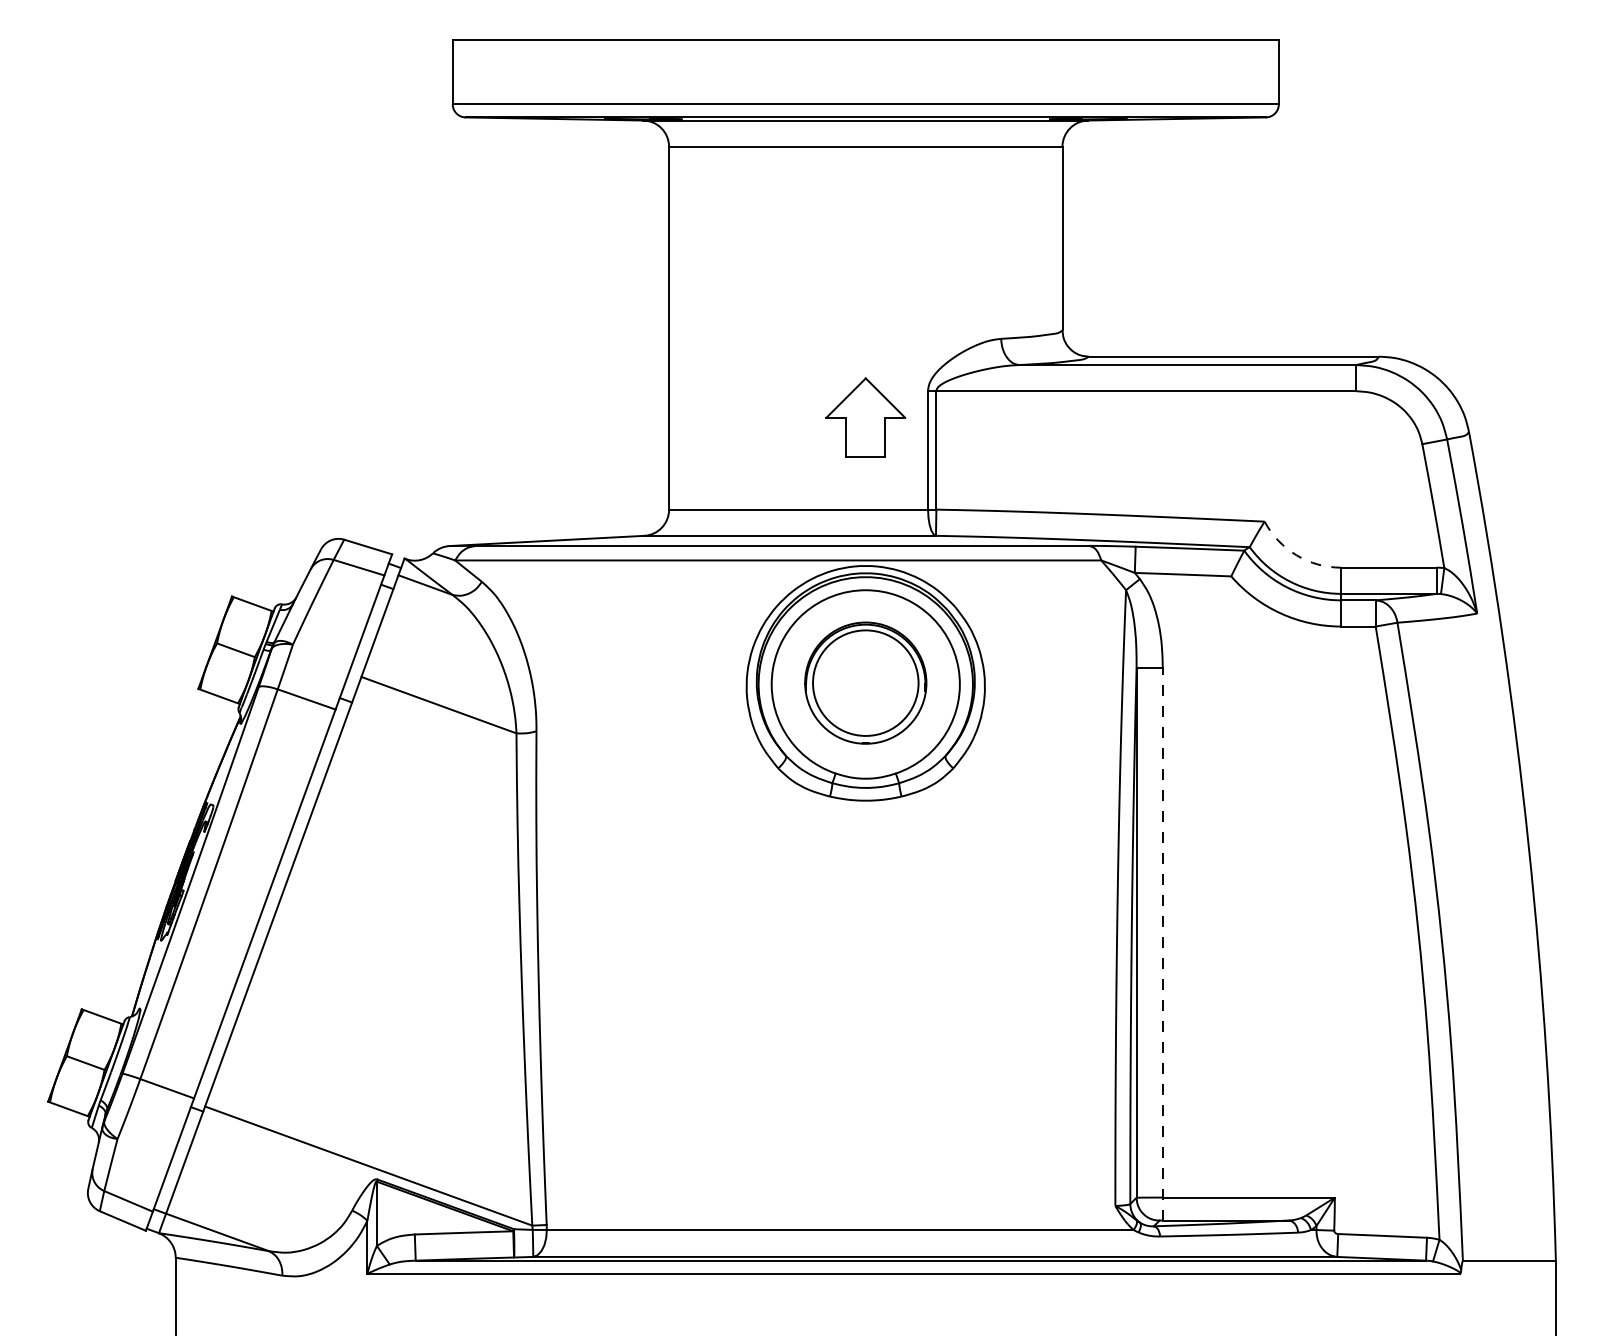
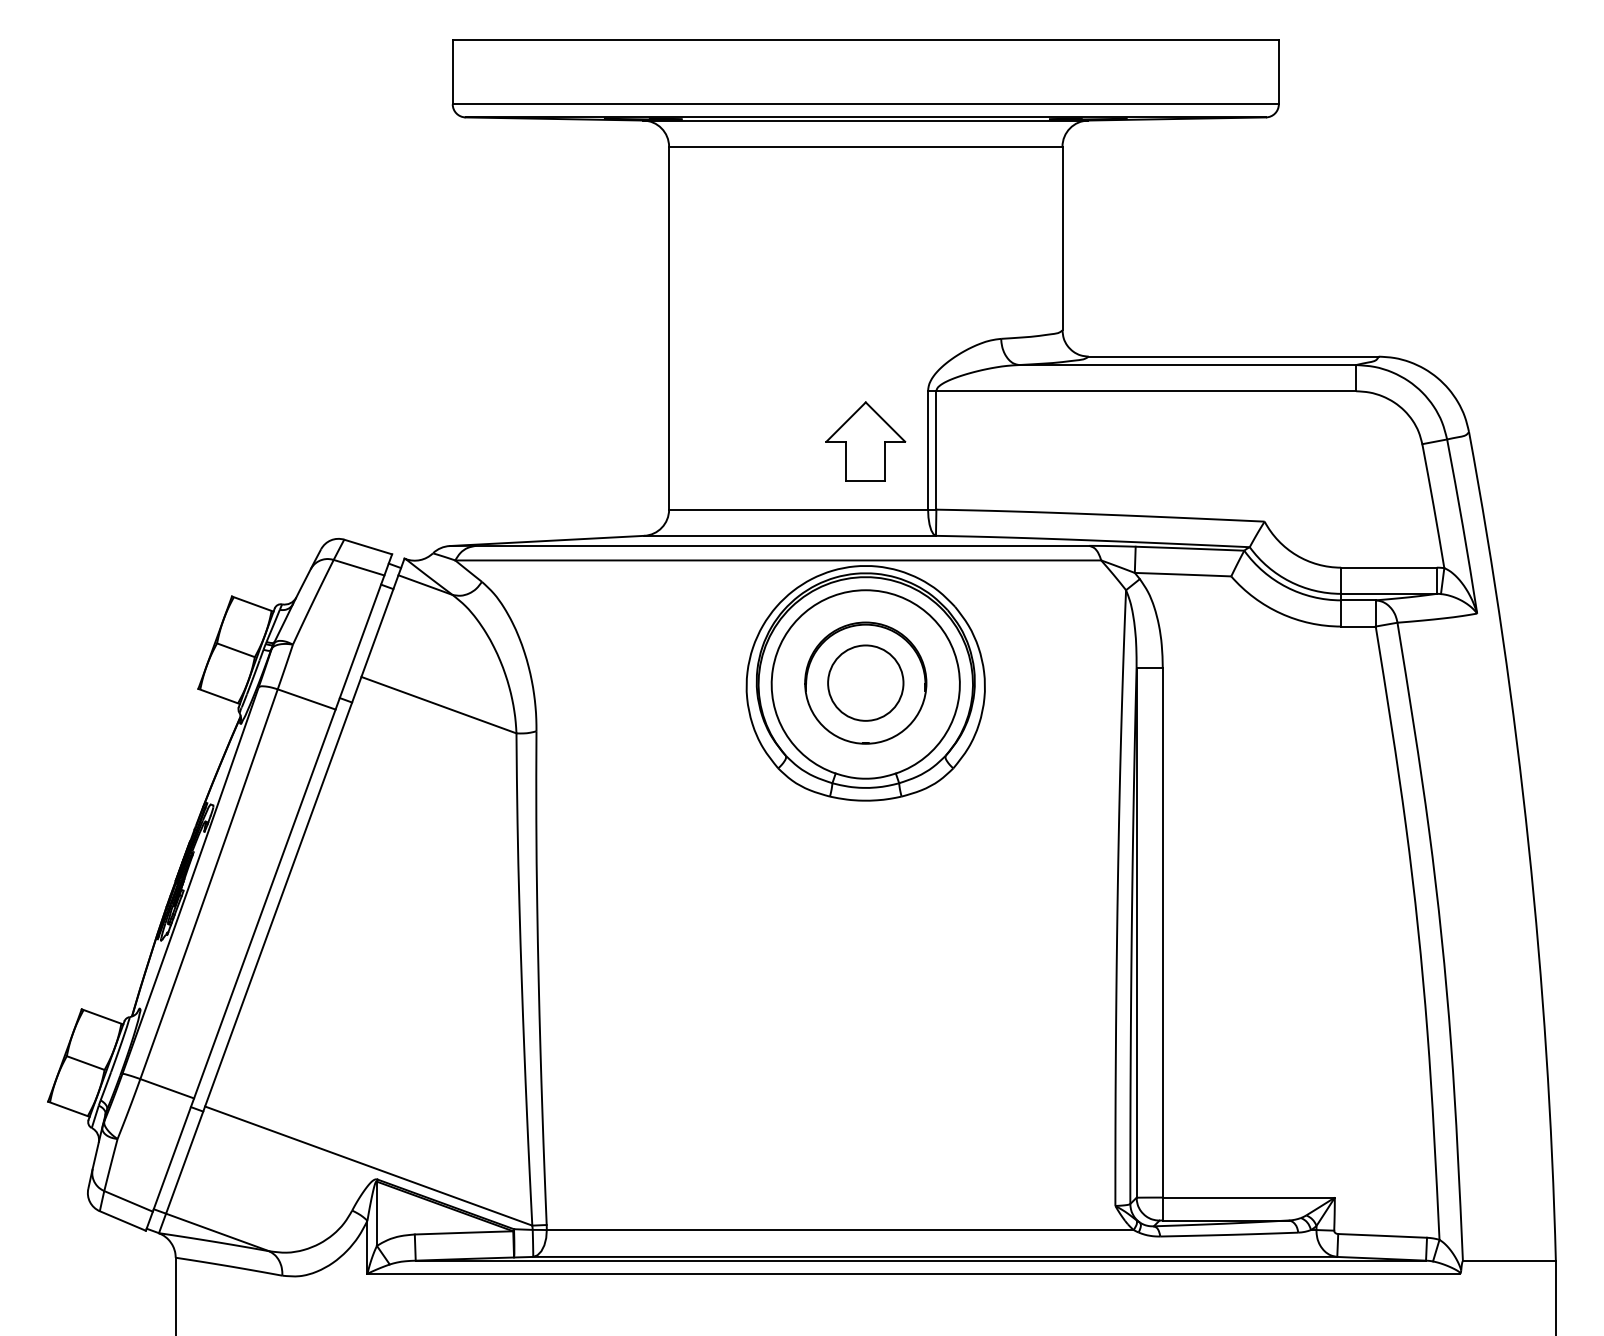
part at (865, 417) position: (865, 417) -> (865, 441)
arc at (1296, 555): dashed -> solid
circle at (865, 682) diameter: 106 px -> 75 px
line at (1162, 943): dashed -> solid
